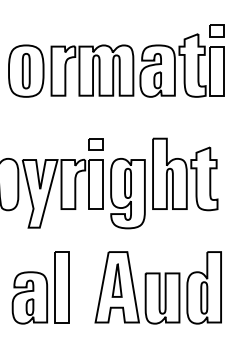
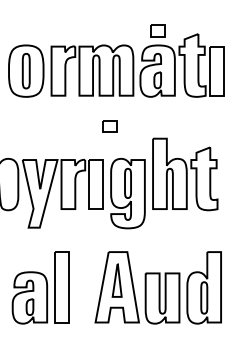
part at (216, 30) position: (216, 30) -> (157, 30)
part at (95, 144) position: (95, 144) -> (109, 126)
